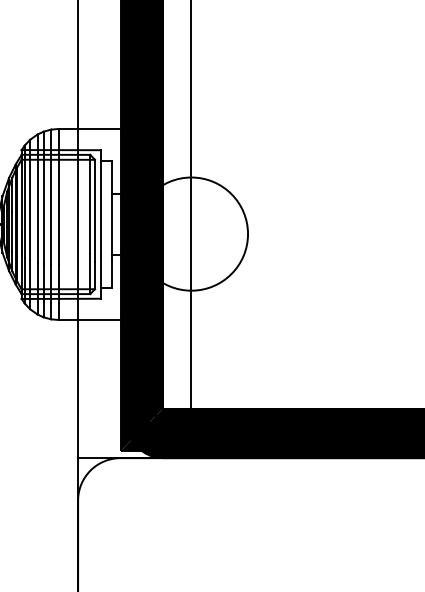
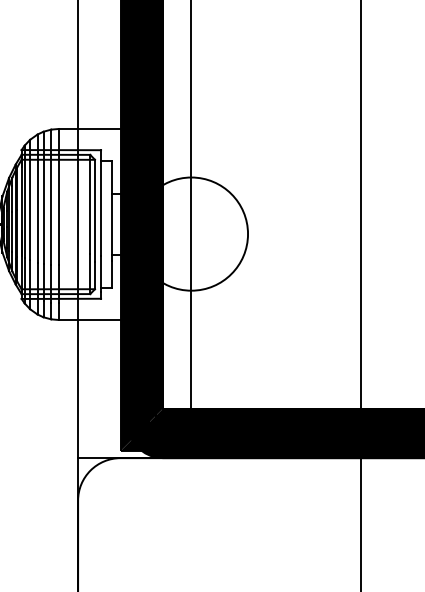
line at (361, 295): none -> present
